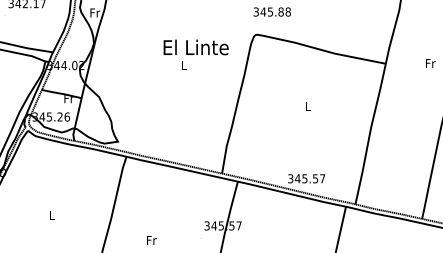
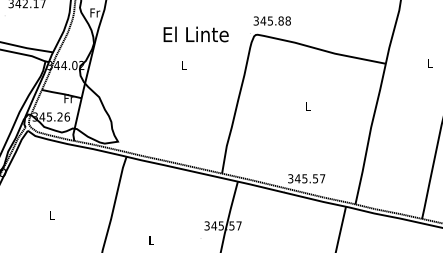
text at (271, 11) position: (271, 11) -> (271, 20)
text at (195, 47) position: (195, 47) -> (195, 34)
text at (430, 63): Fr -> L
text at (151, 240): Fr -> L
